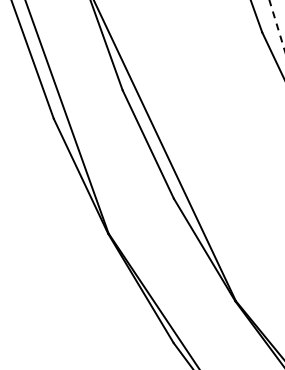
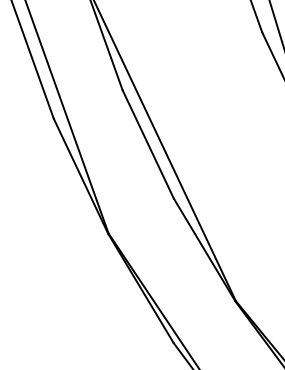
line at (276, 24): dashed -> solid
